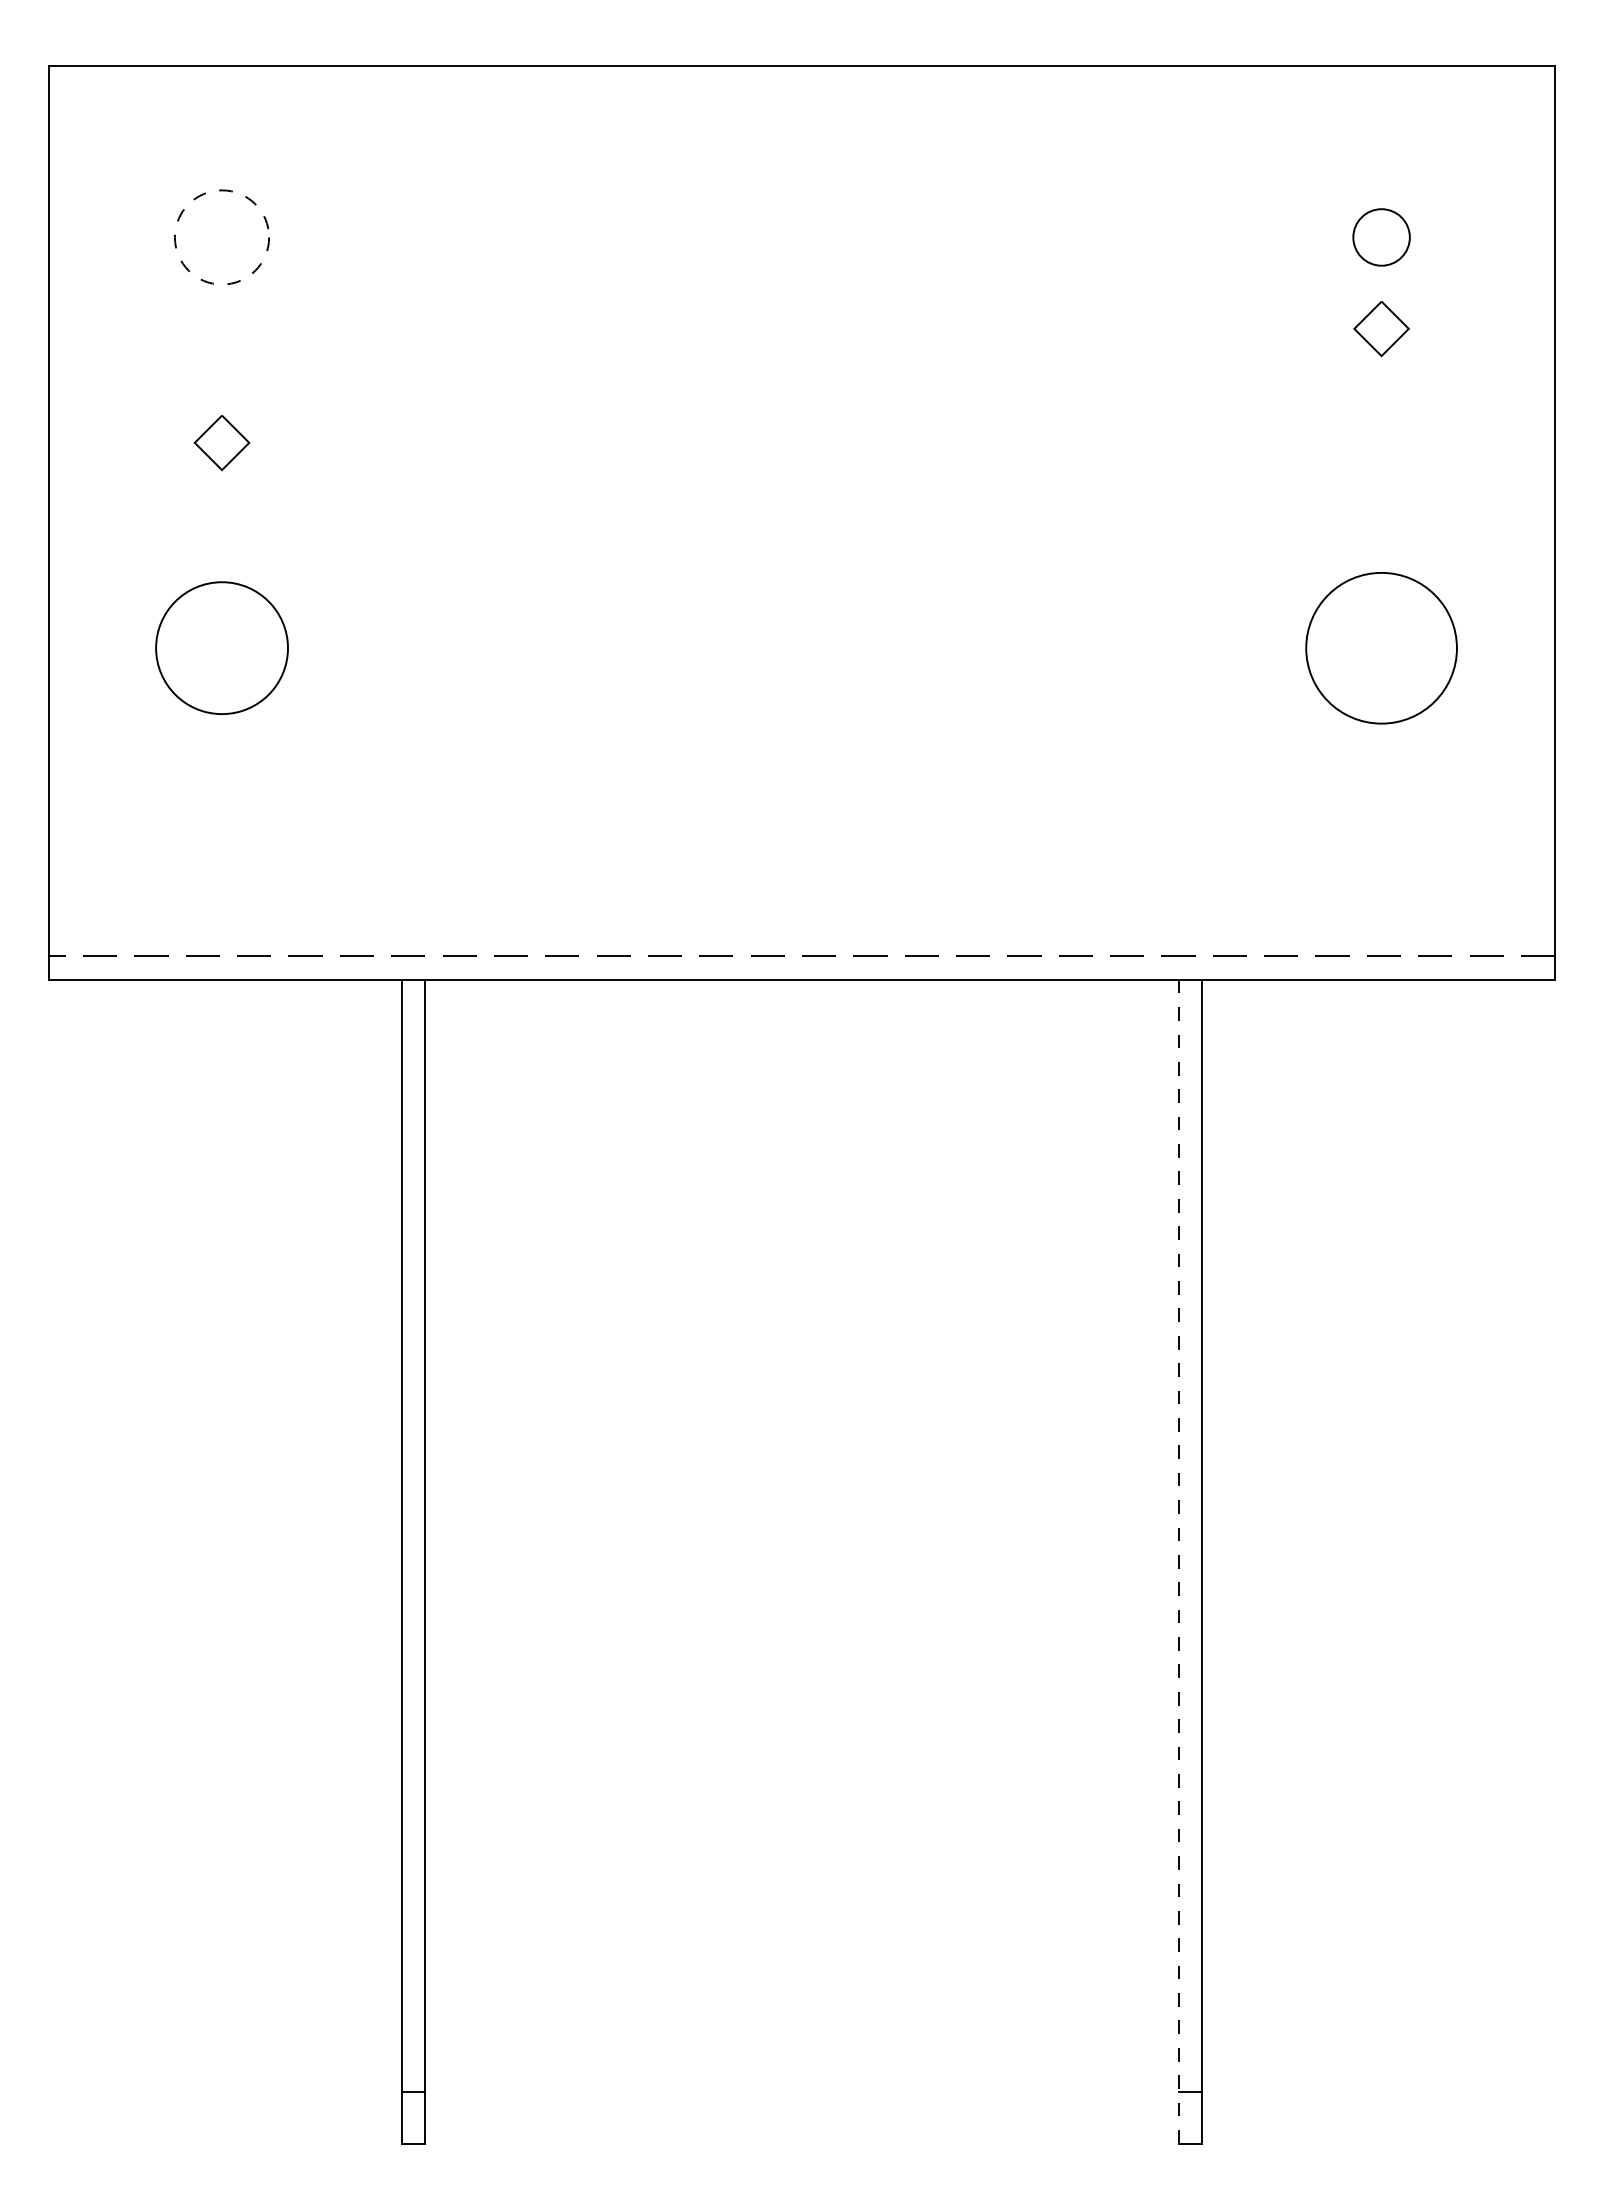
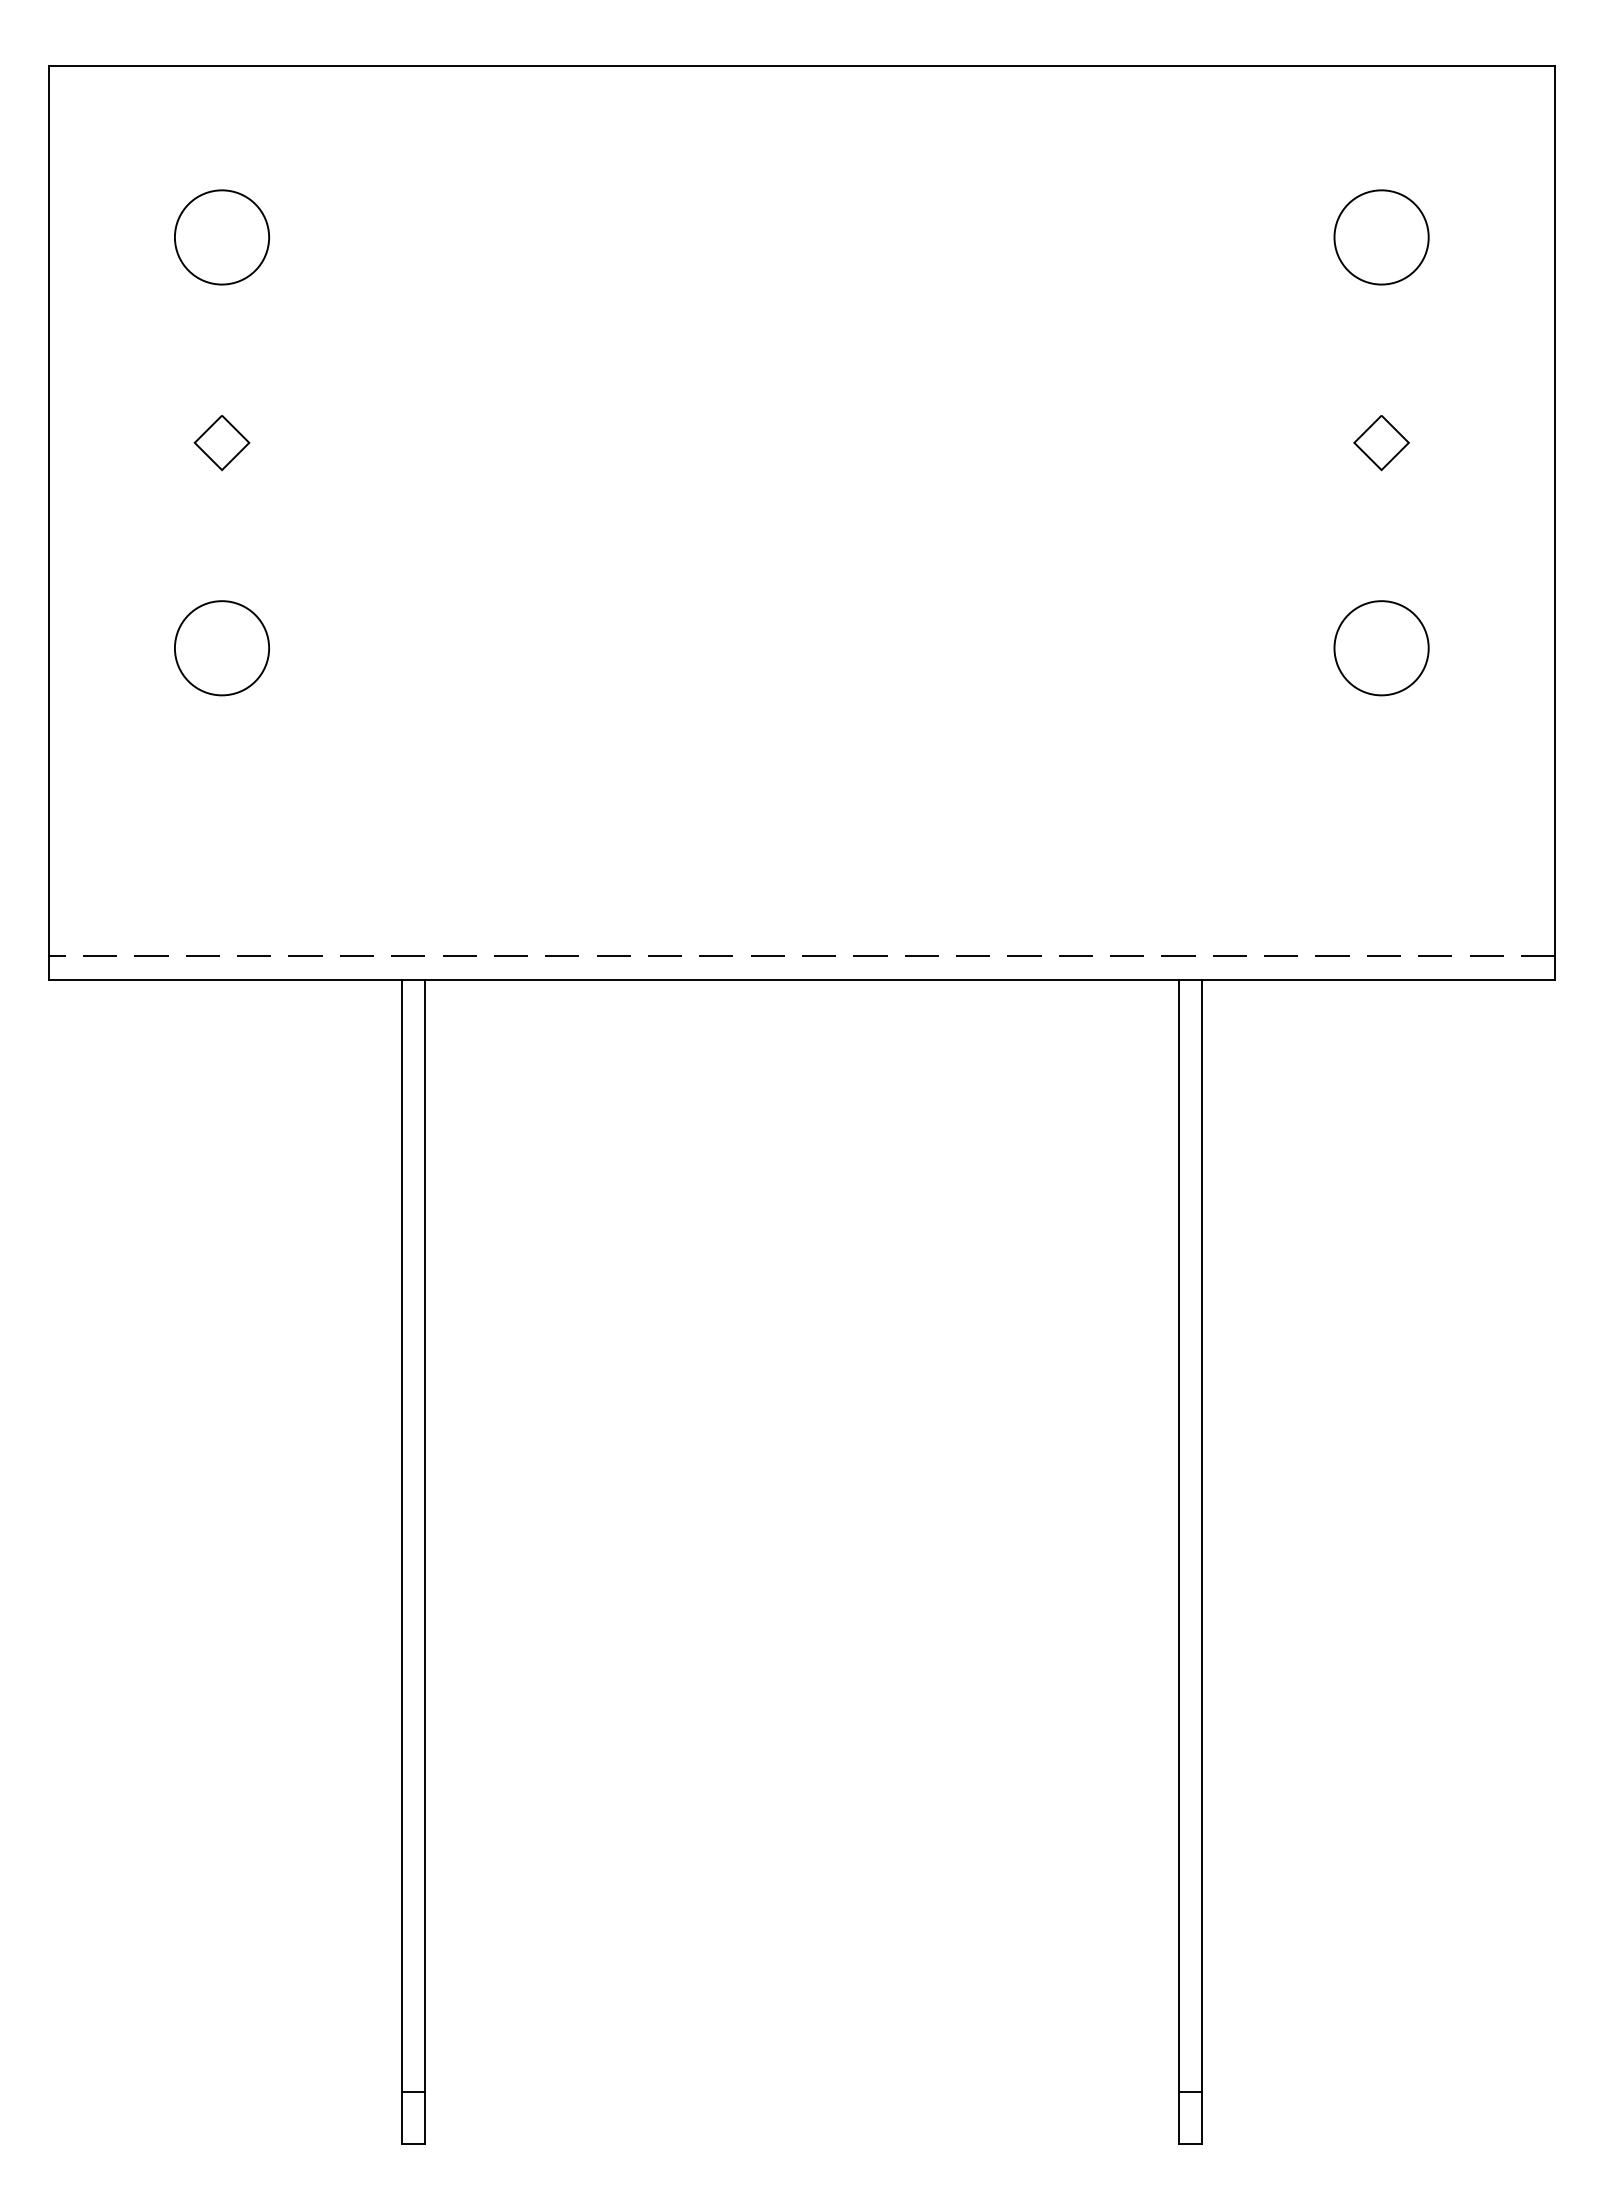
circle at (221, 237): dashed -> solid
circle at (1381, 237) diameter: 57 px -> 94 px
part at (1381, 329) position: (1381, 329) -> (1381, 443)
circle at (221, 647) size: 134x134 px -> 96x97 px
circle at (1381, 647) diameter: 151 px -> 94 px
line at (1178, 1561): dashed -> solid
